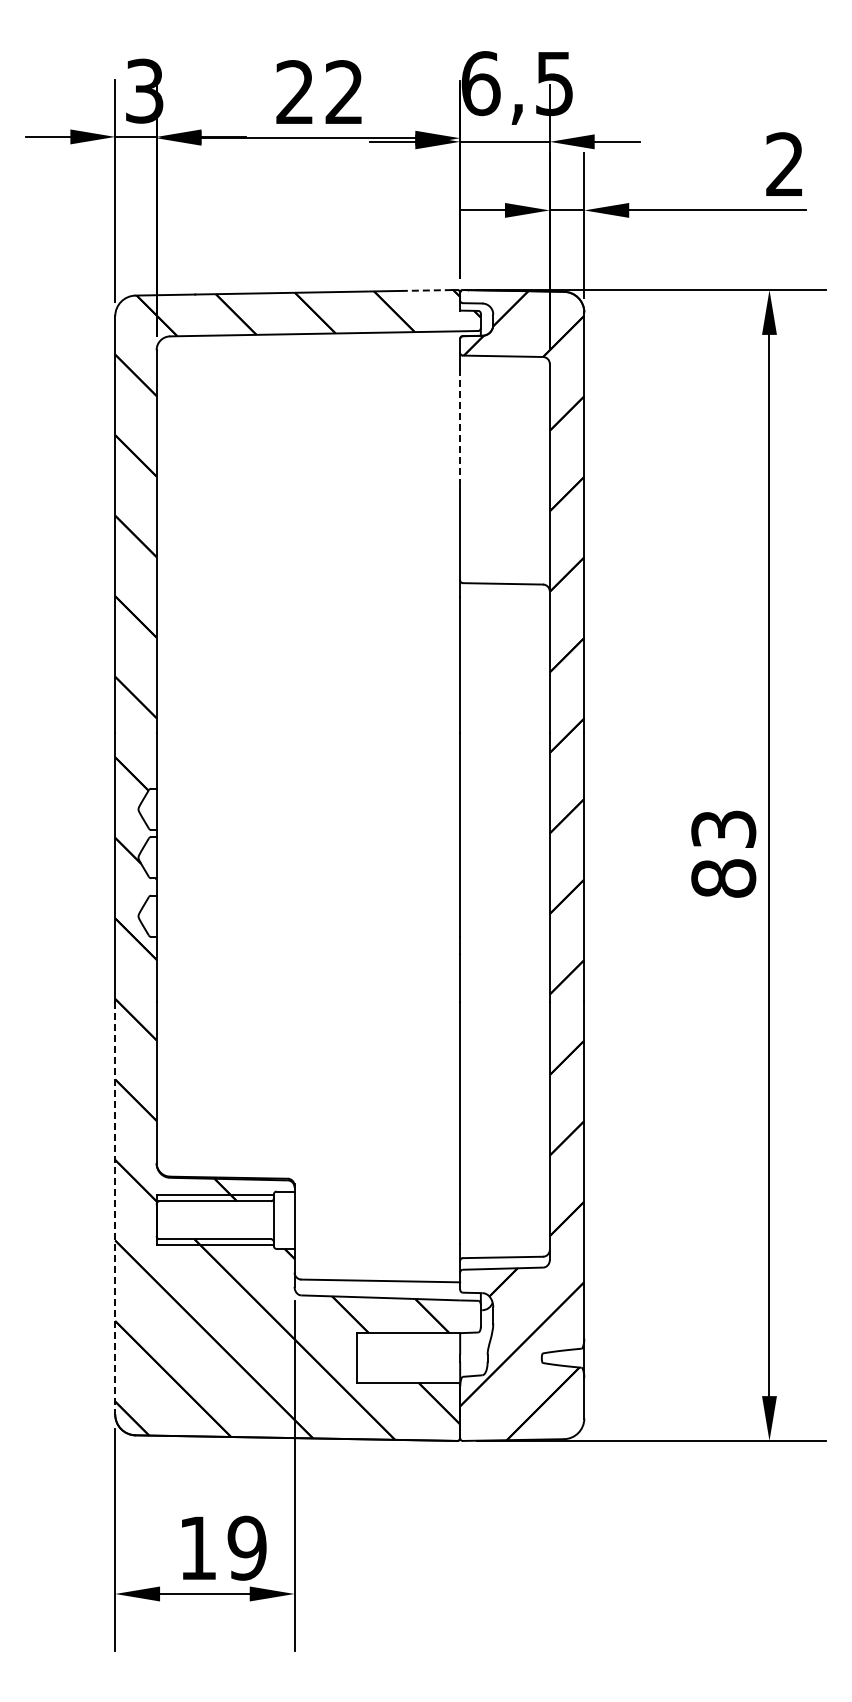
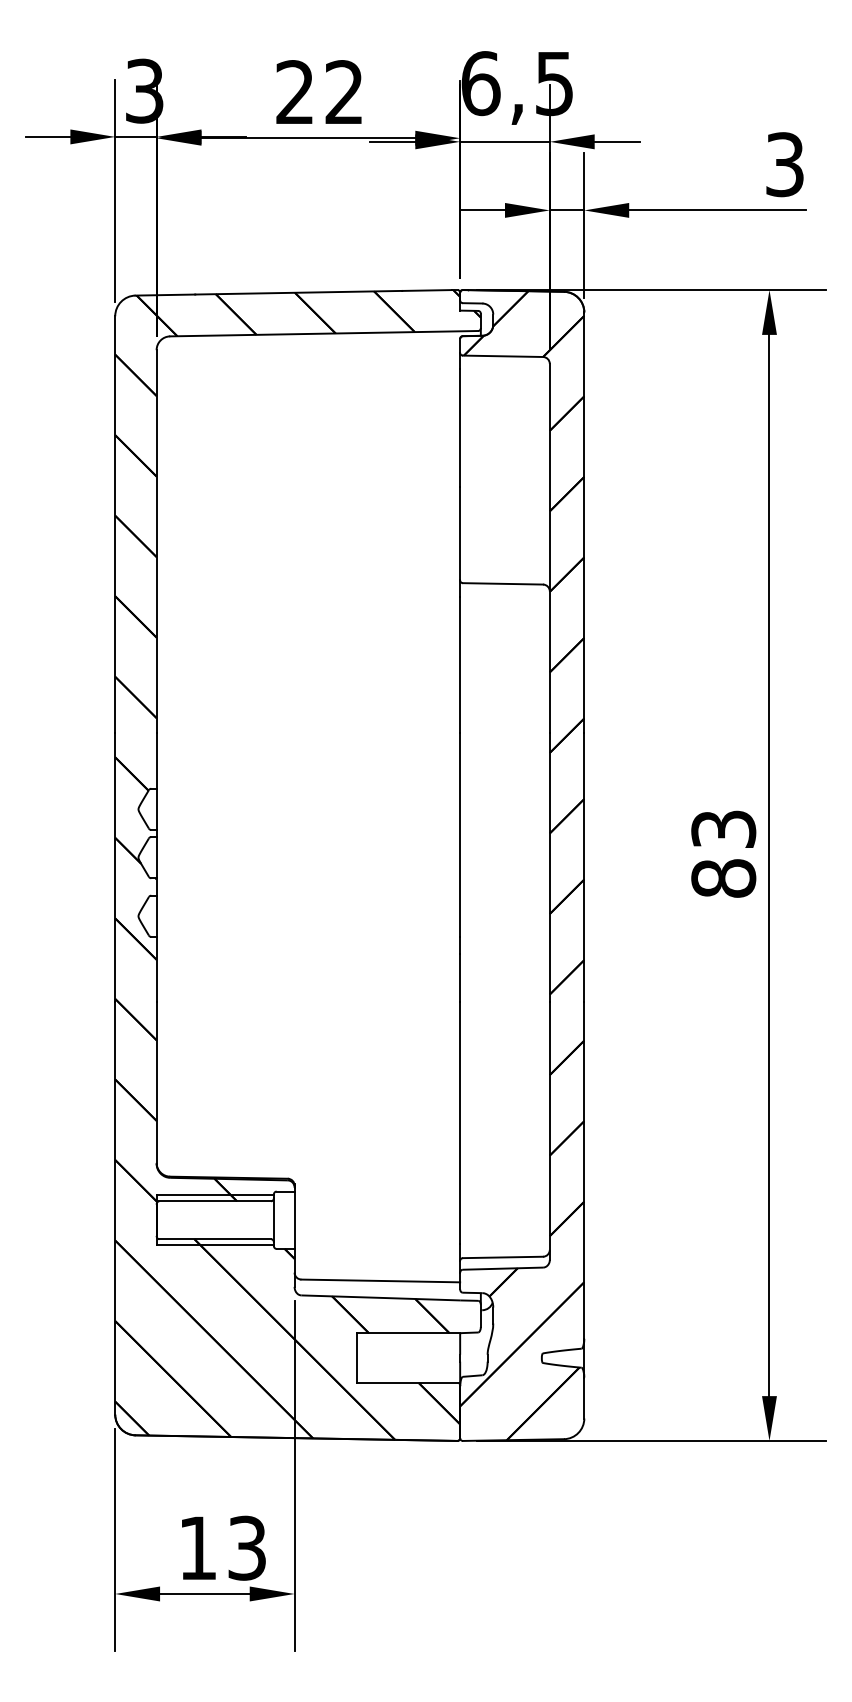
text at (784, 164): 2 -> 3
line at (427, 290): dashed -> solid
line at (460, 427): dashed -> solid
line at (115, 1208): dashed -> solid
text at (246, 1547): 19 -> 13
